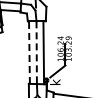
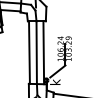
line at (29, 52): dashed -> solid
line at (36, 53): dashed -> solid
